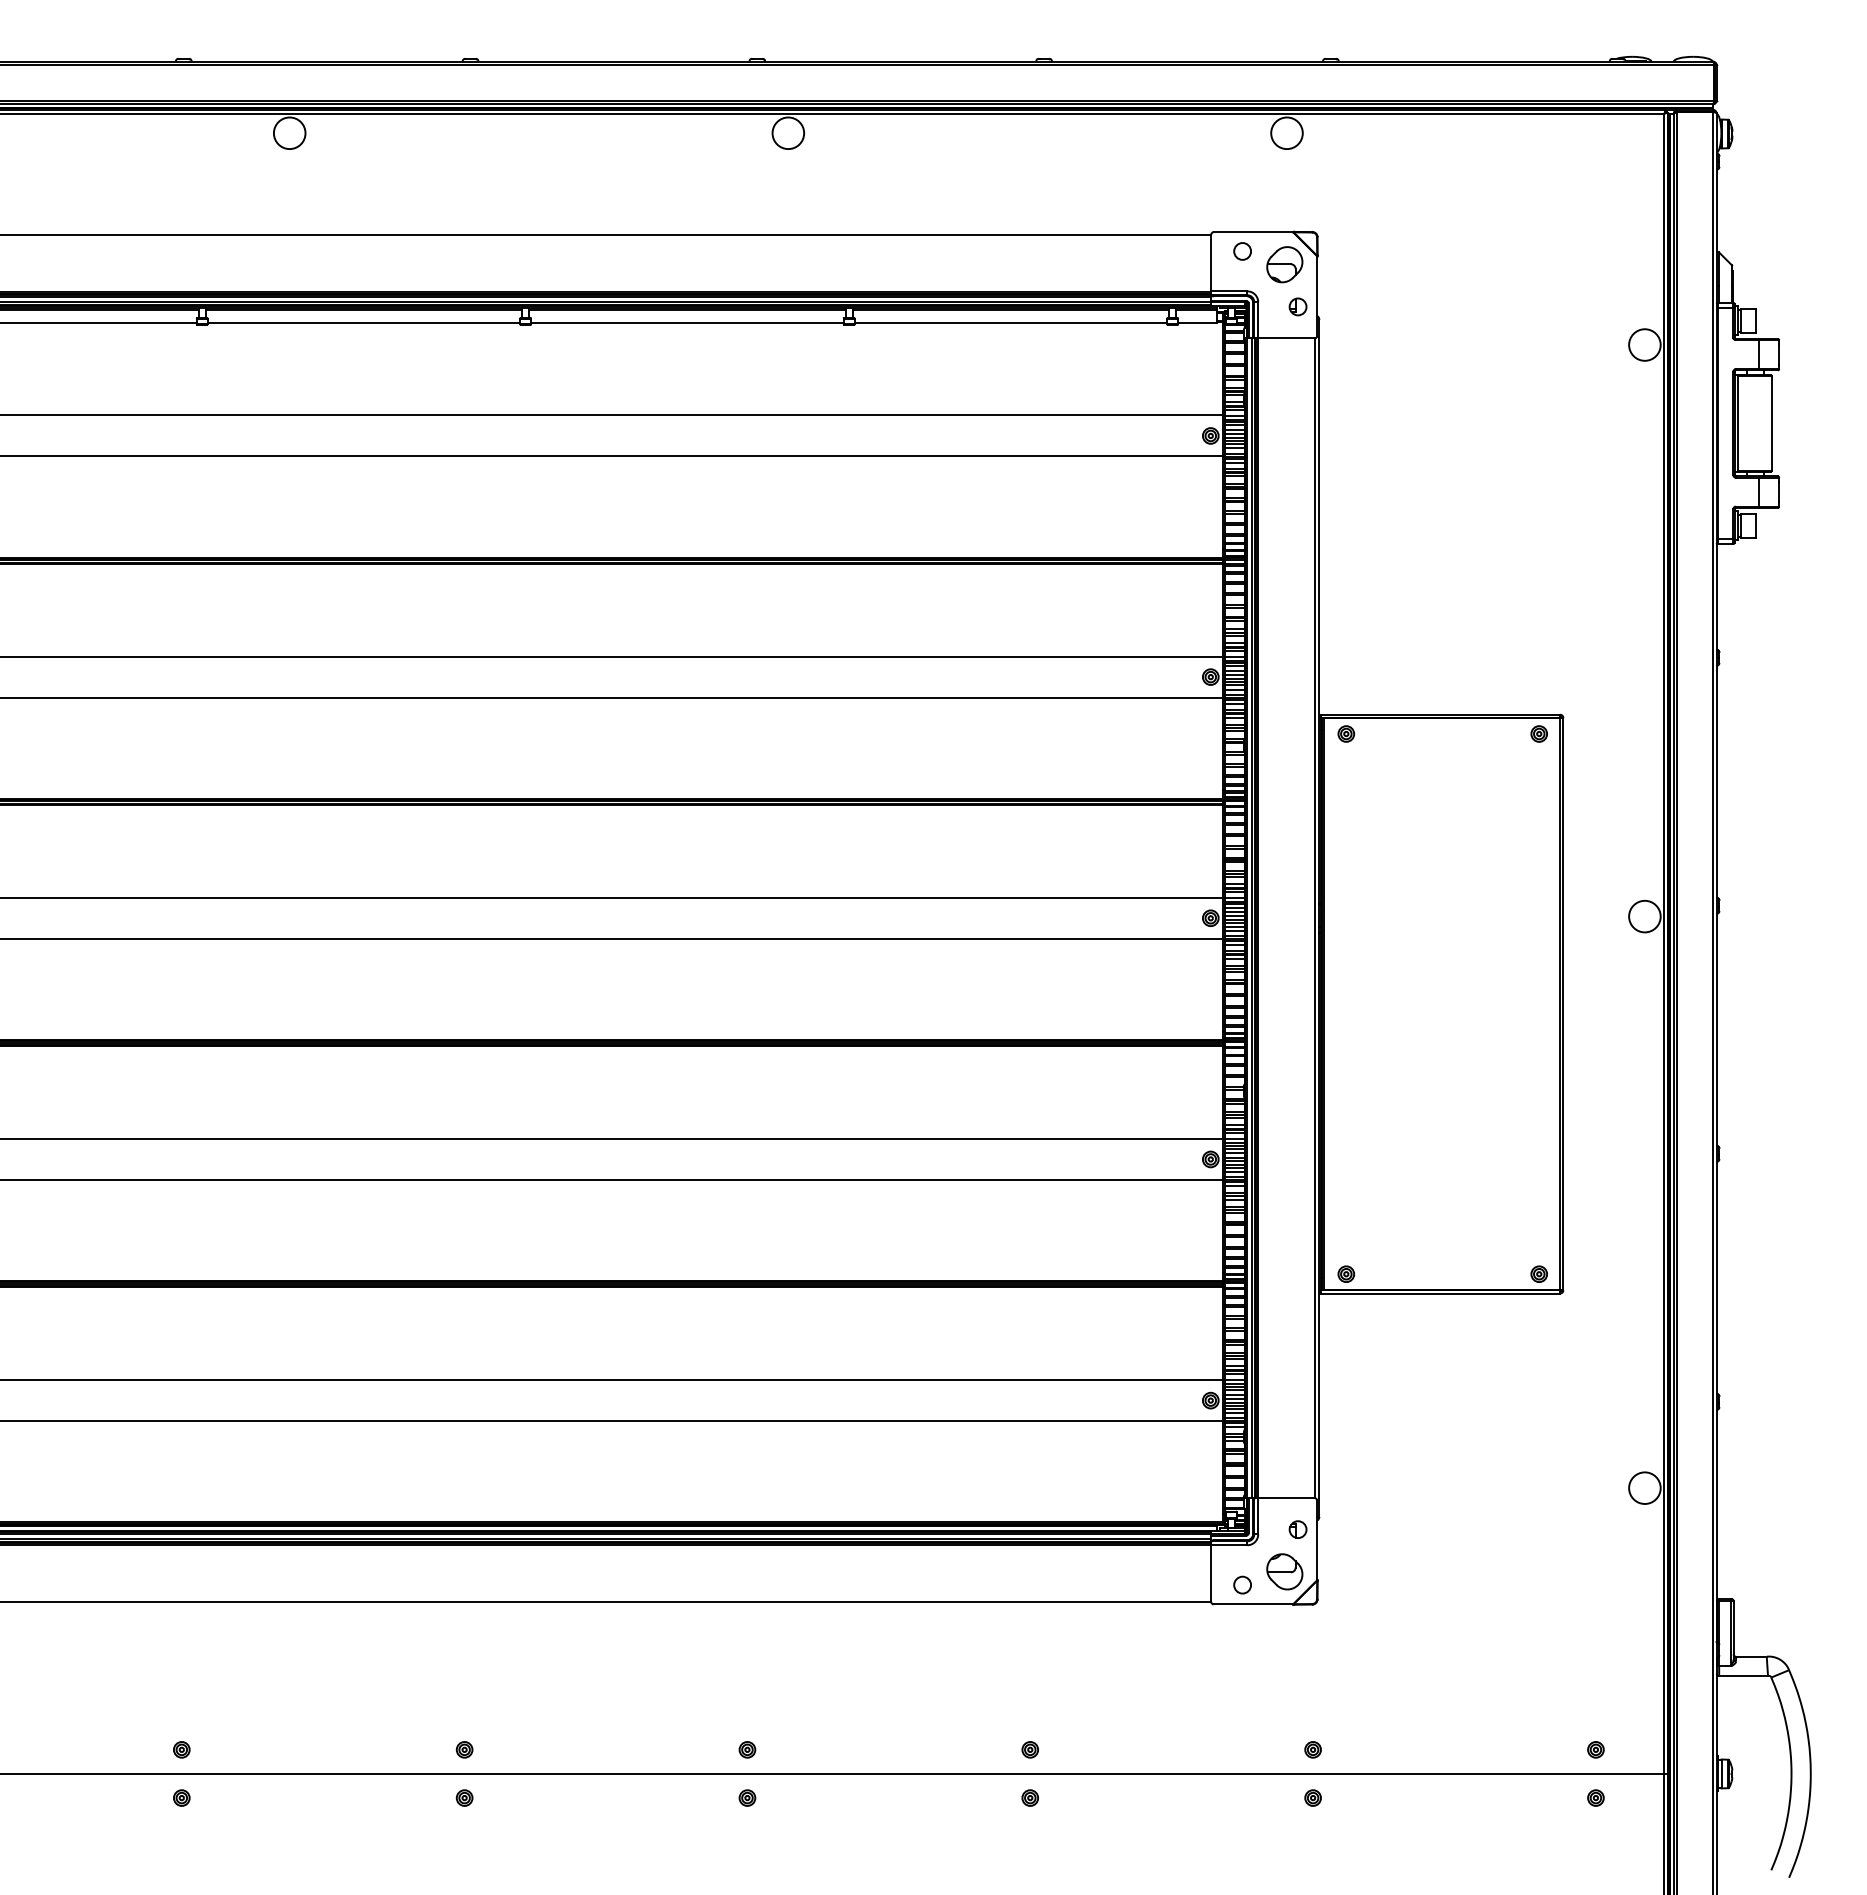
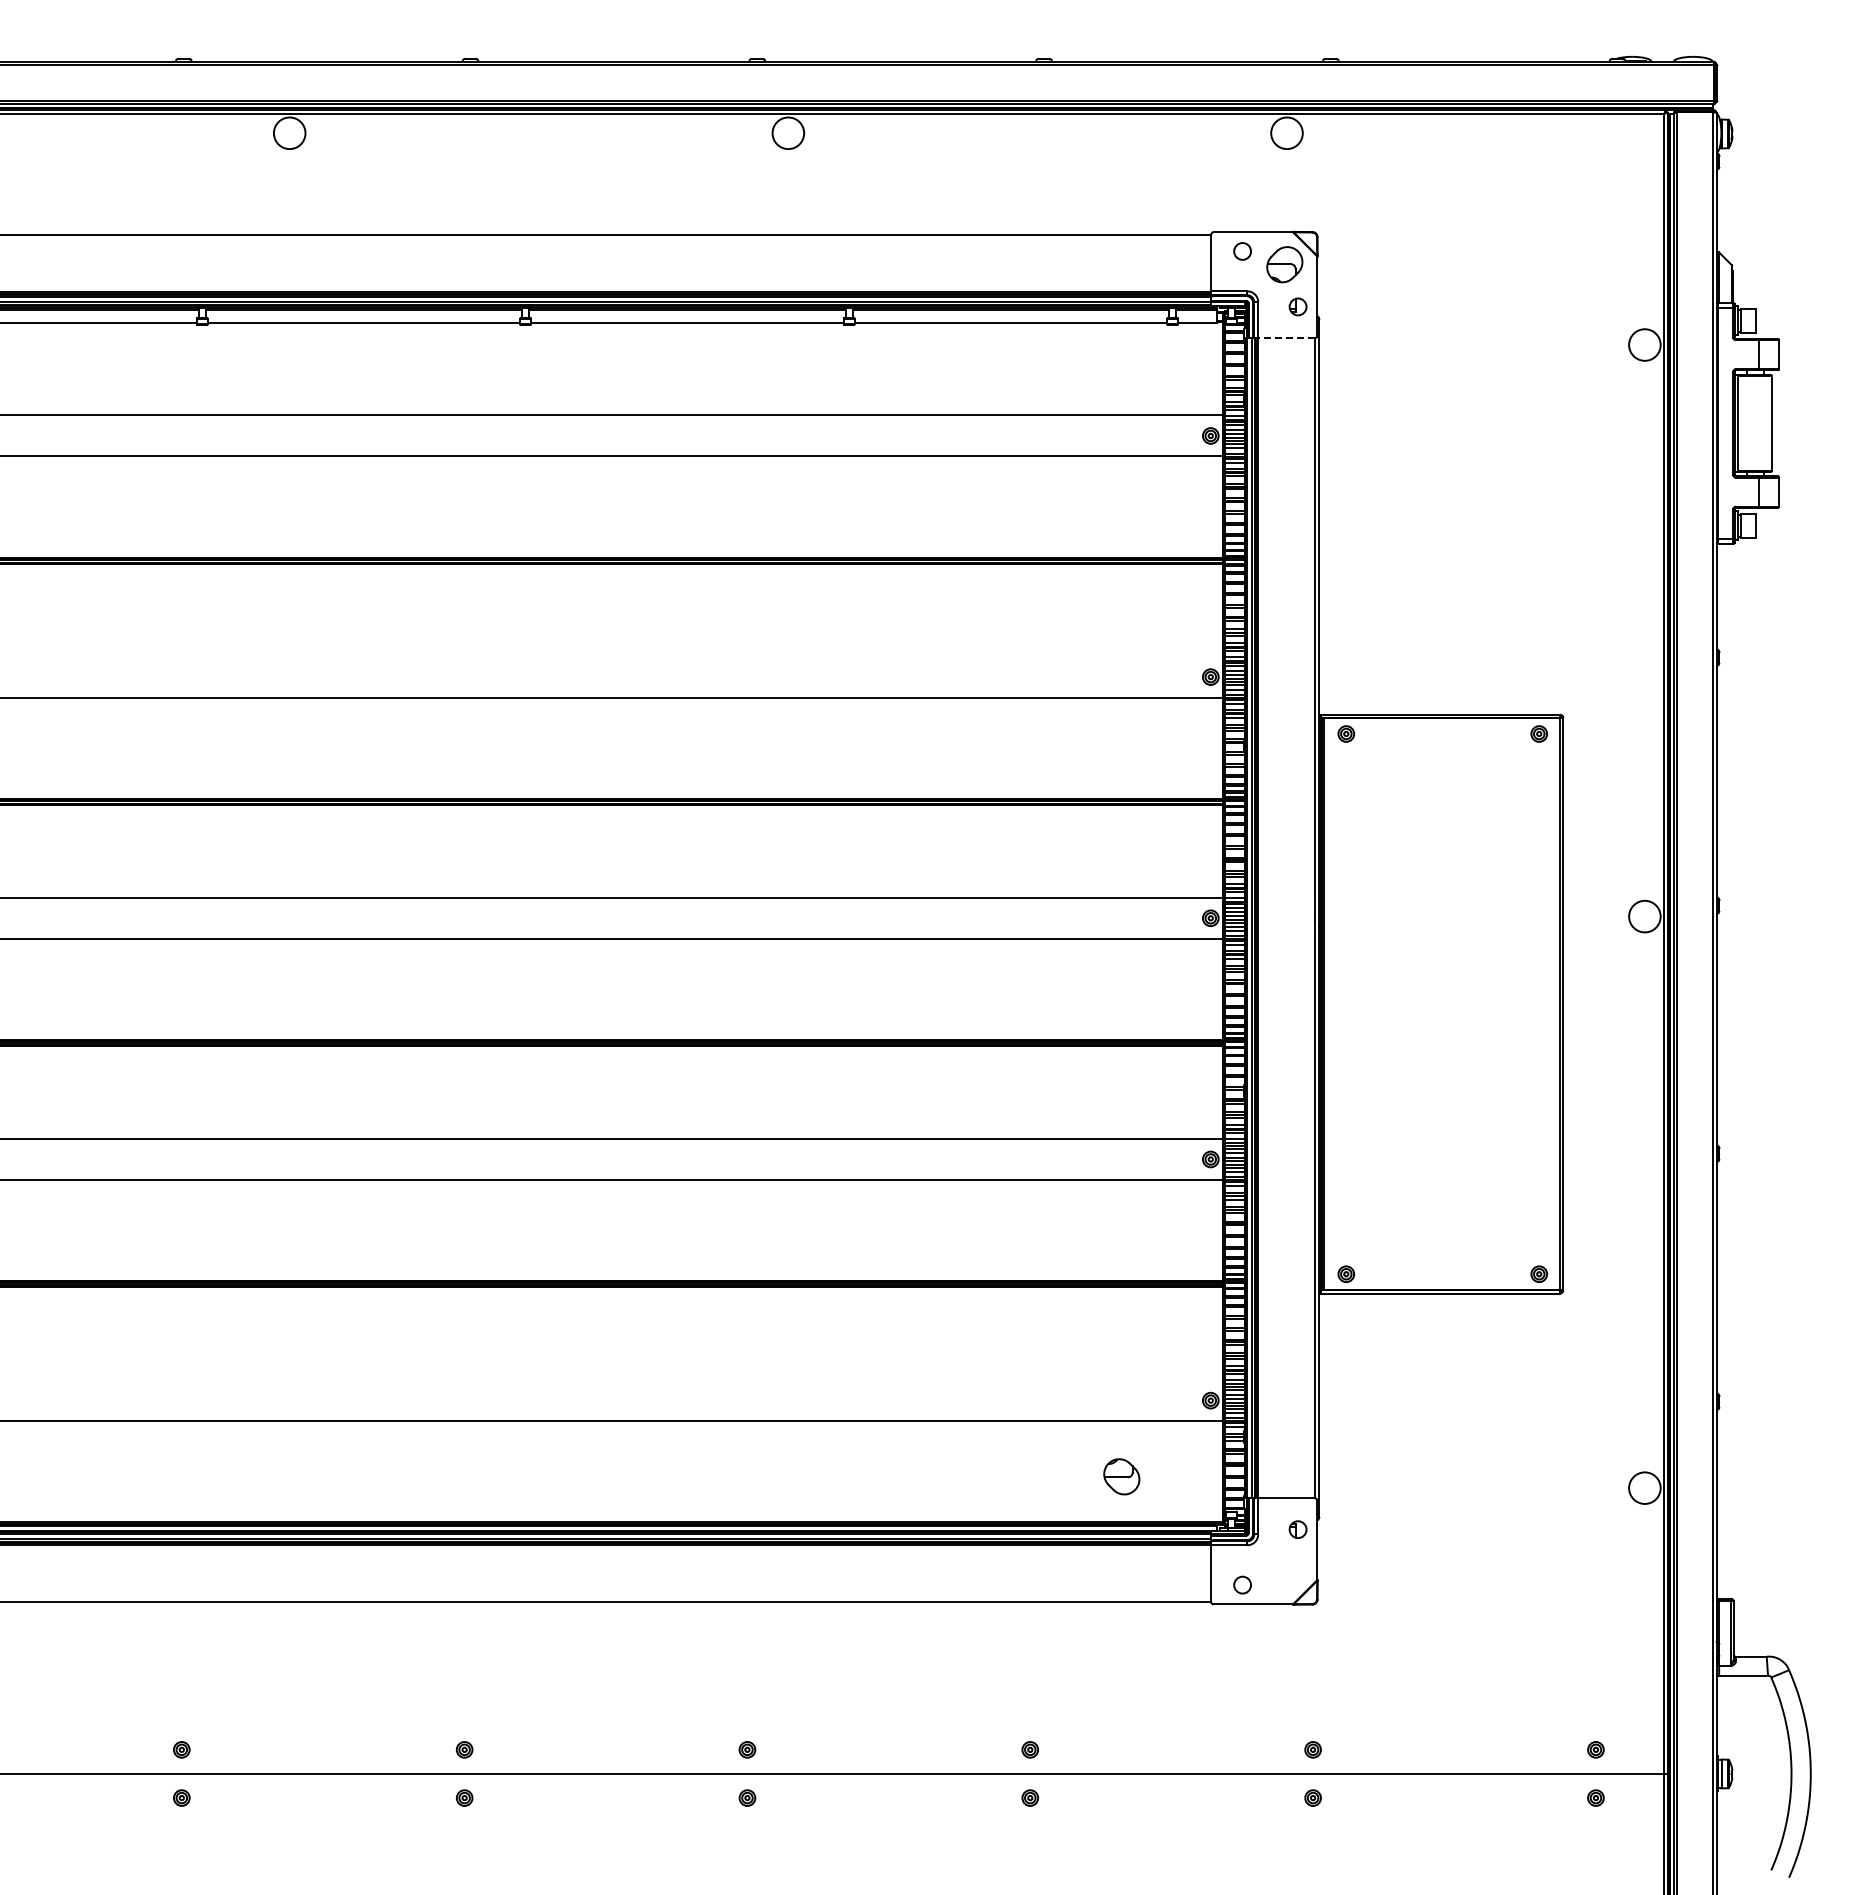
line at (1286, 338): solid -> dashed
line at (612, 656): present -> none
line at (612, 1380): present -> none
part at (1284, 1571) position: (1284, 1571) -> (1121, 1476)
